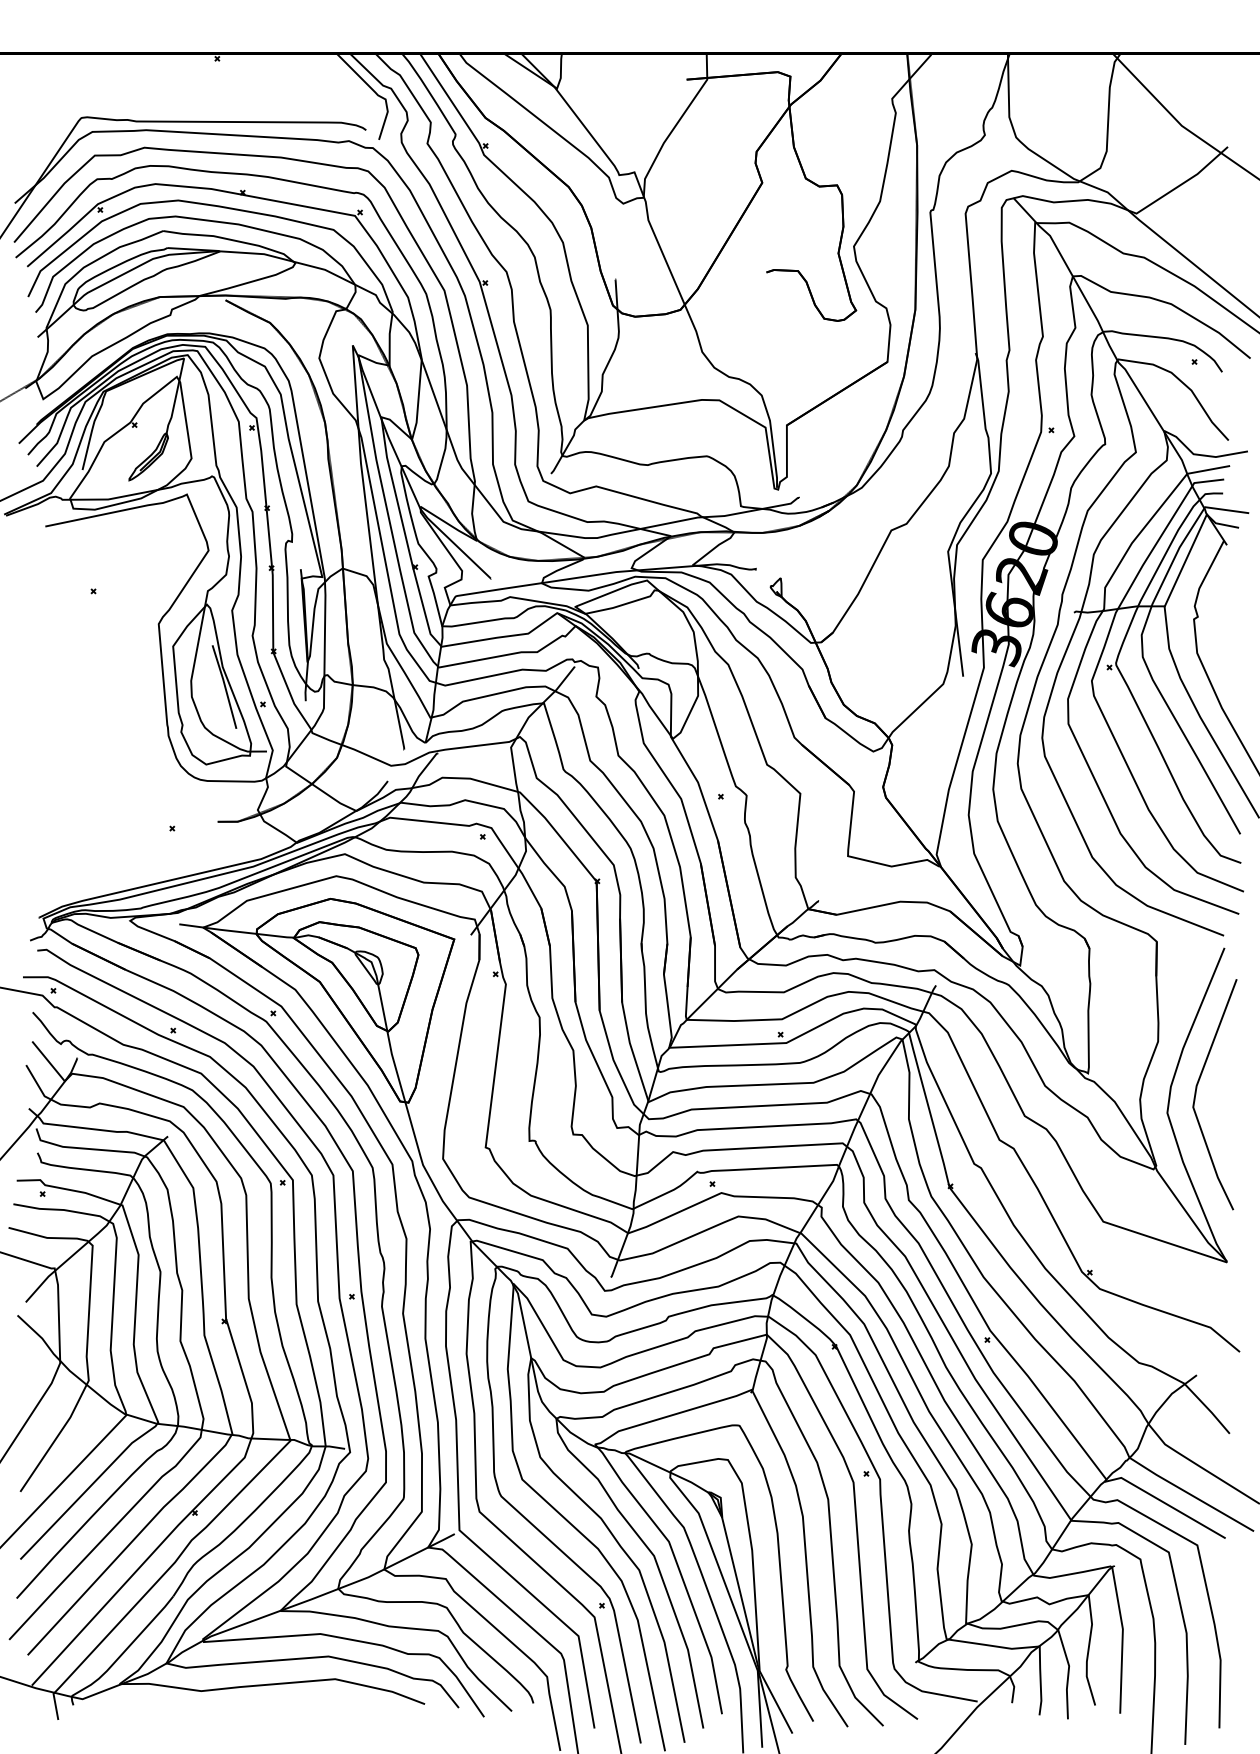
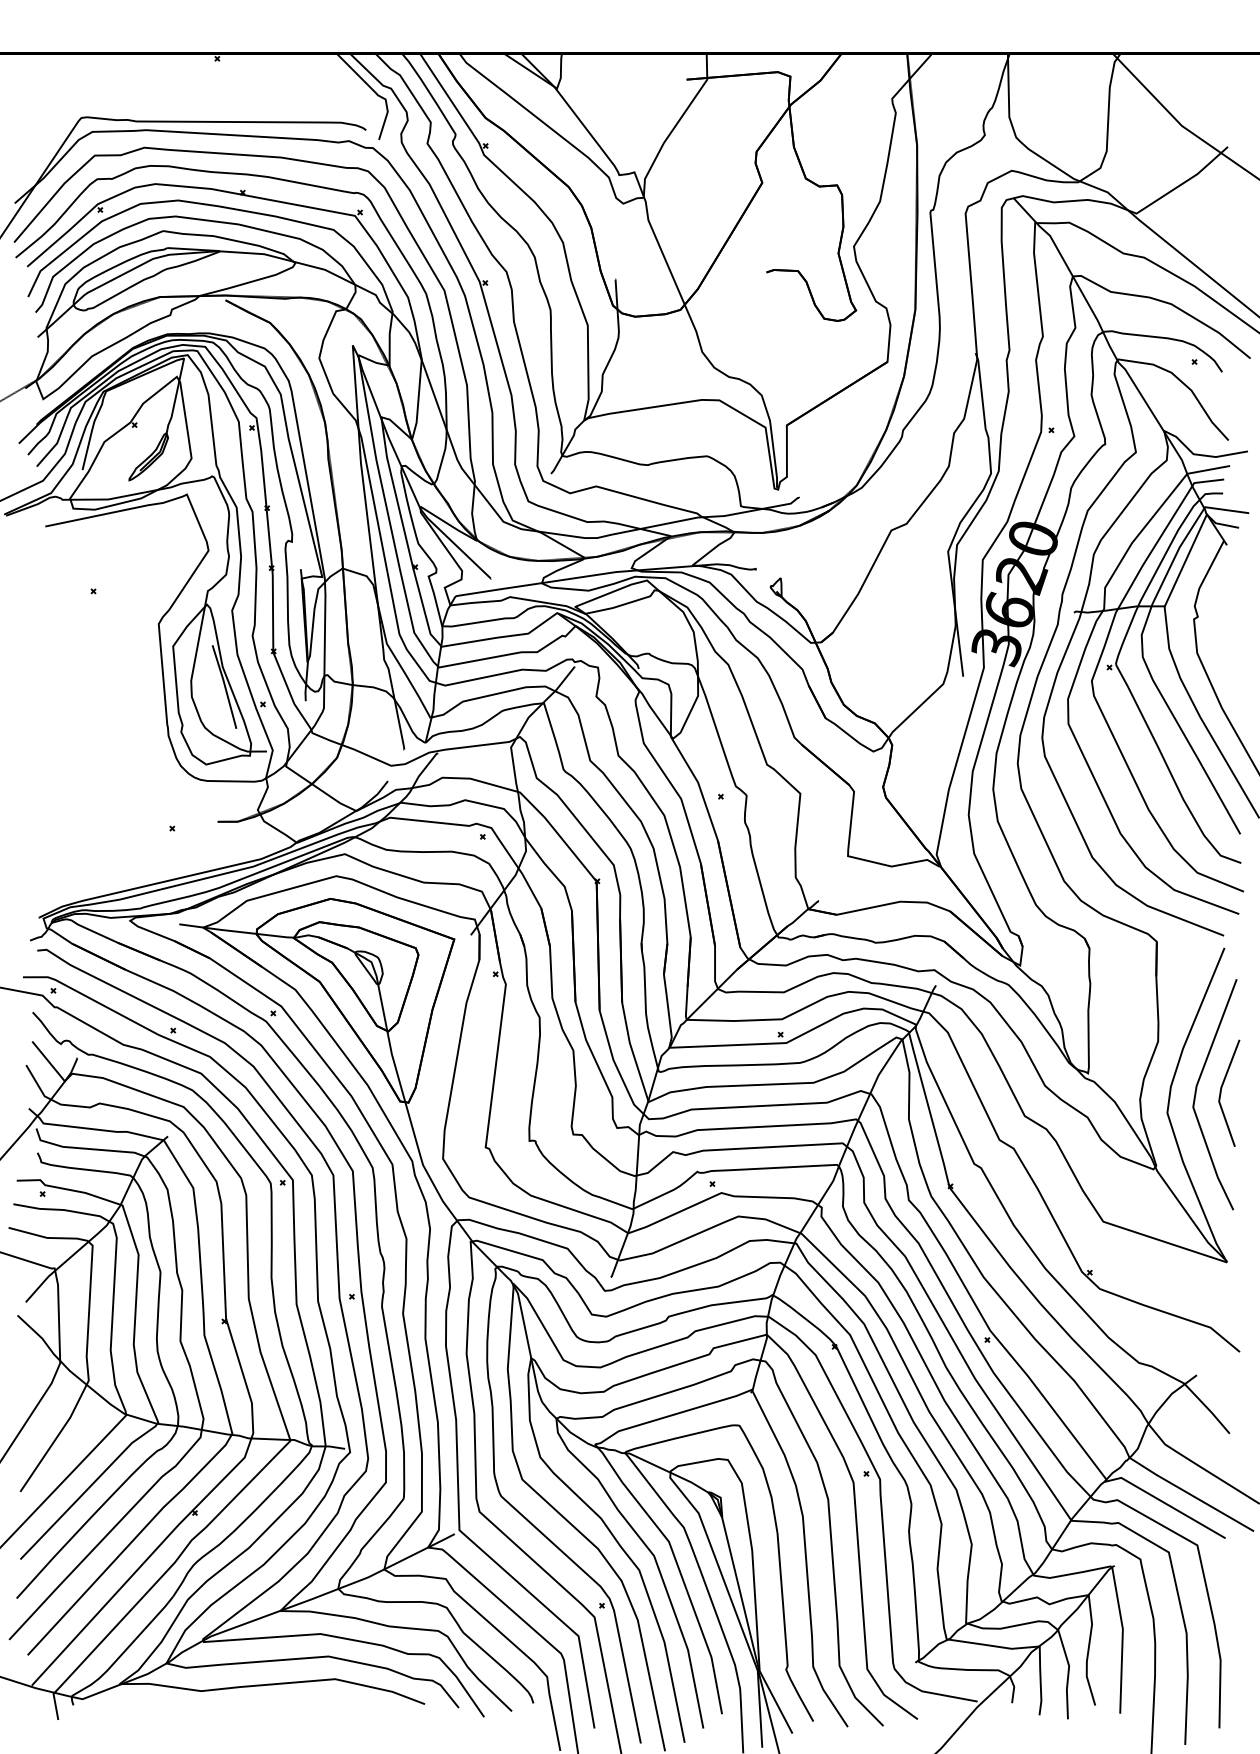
line at (1221, 1092): none -> present
